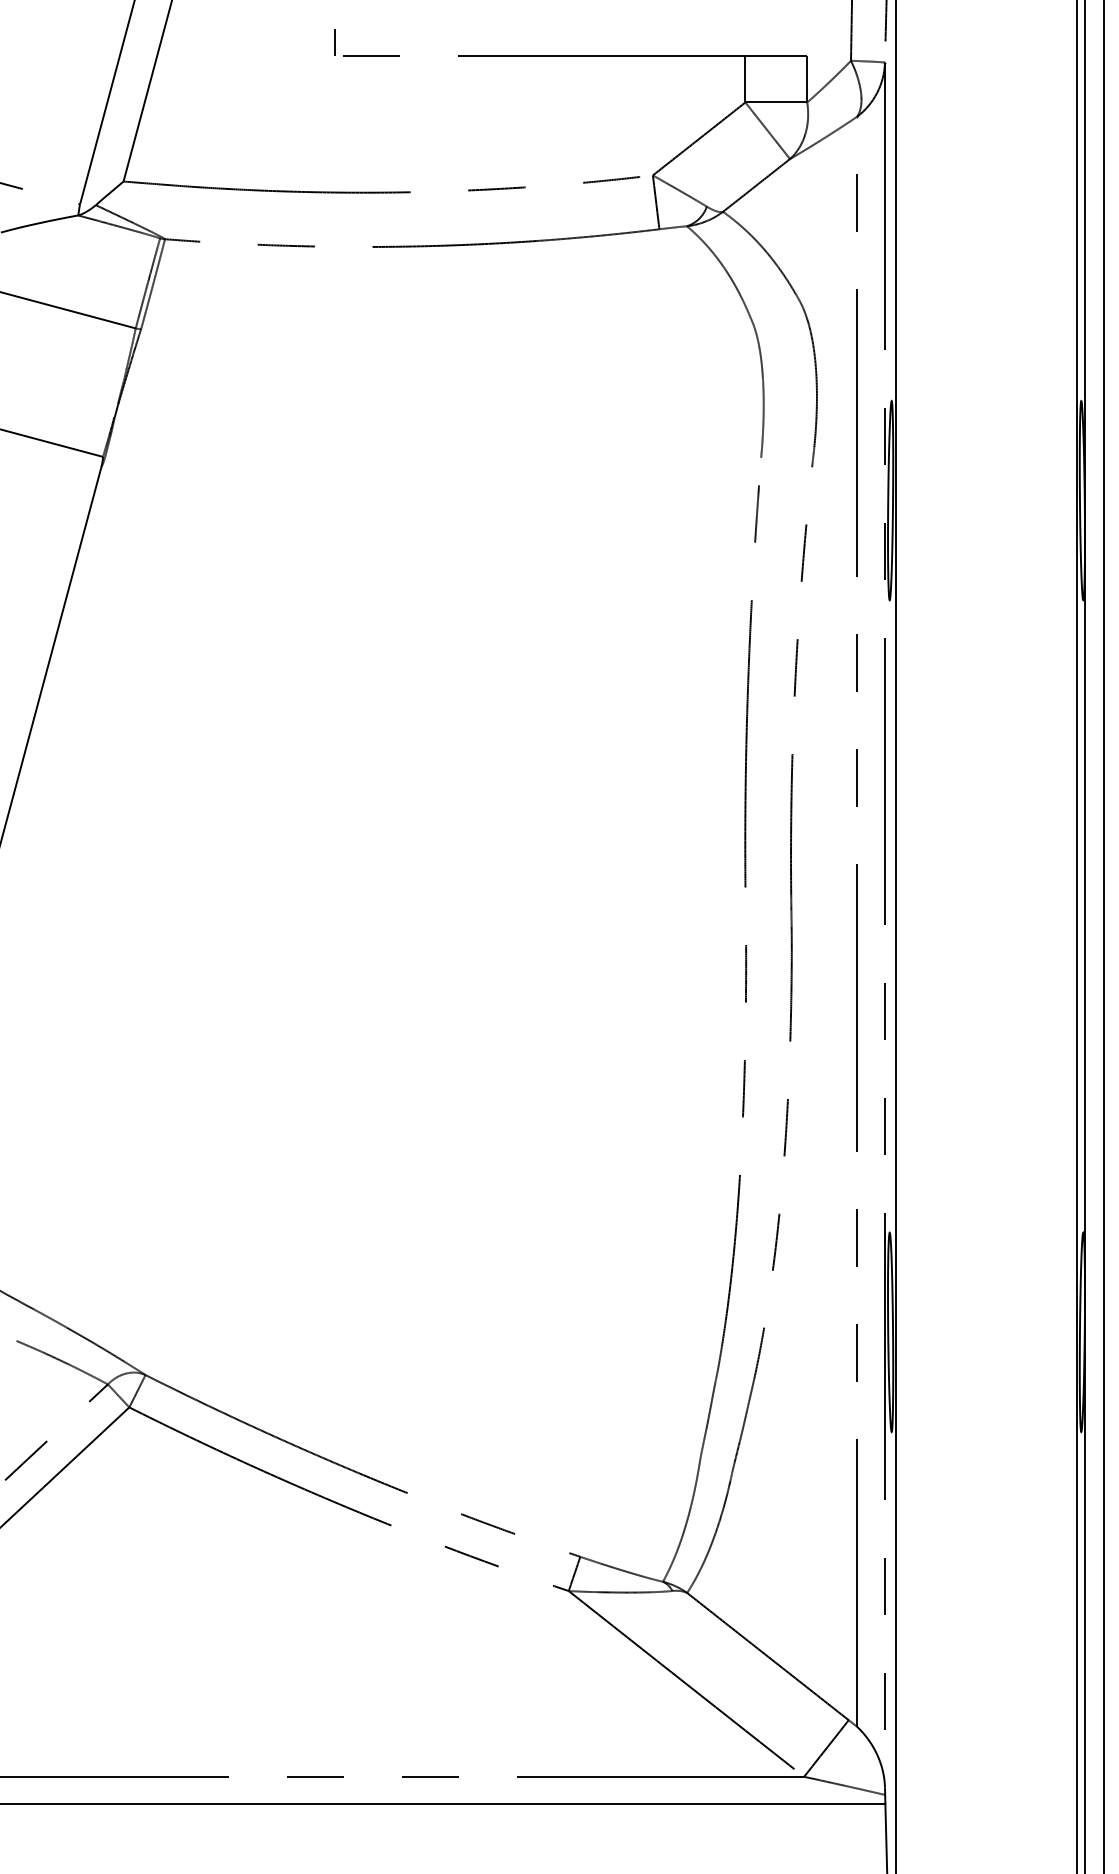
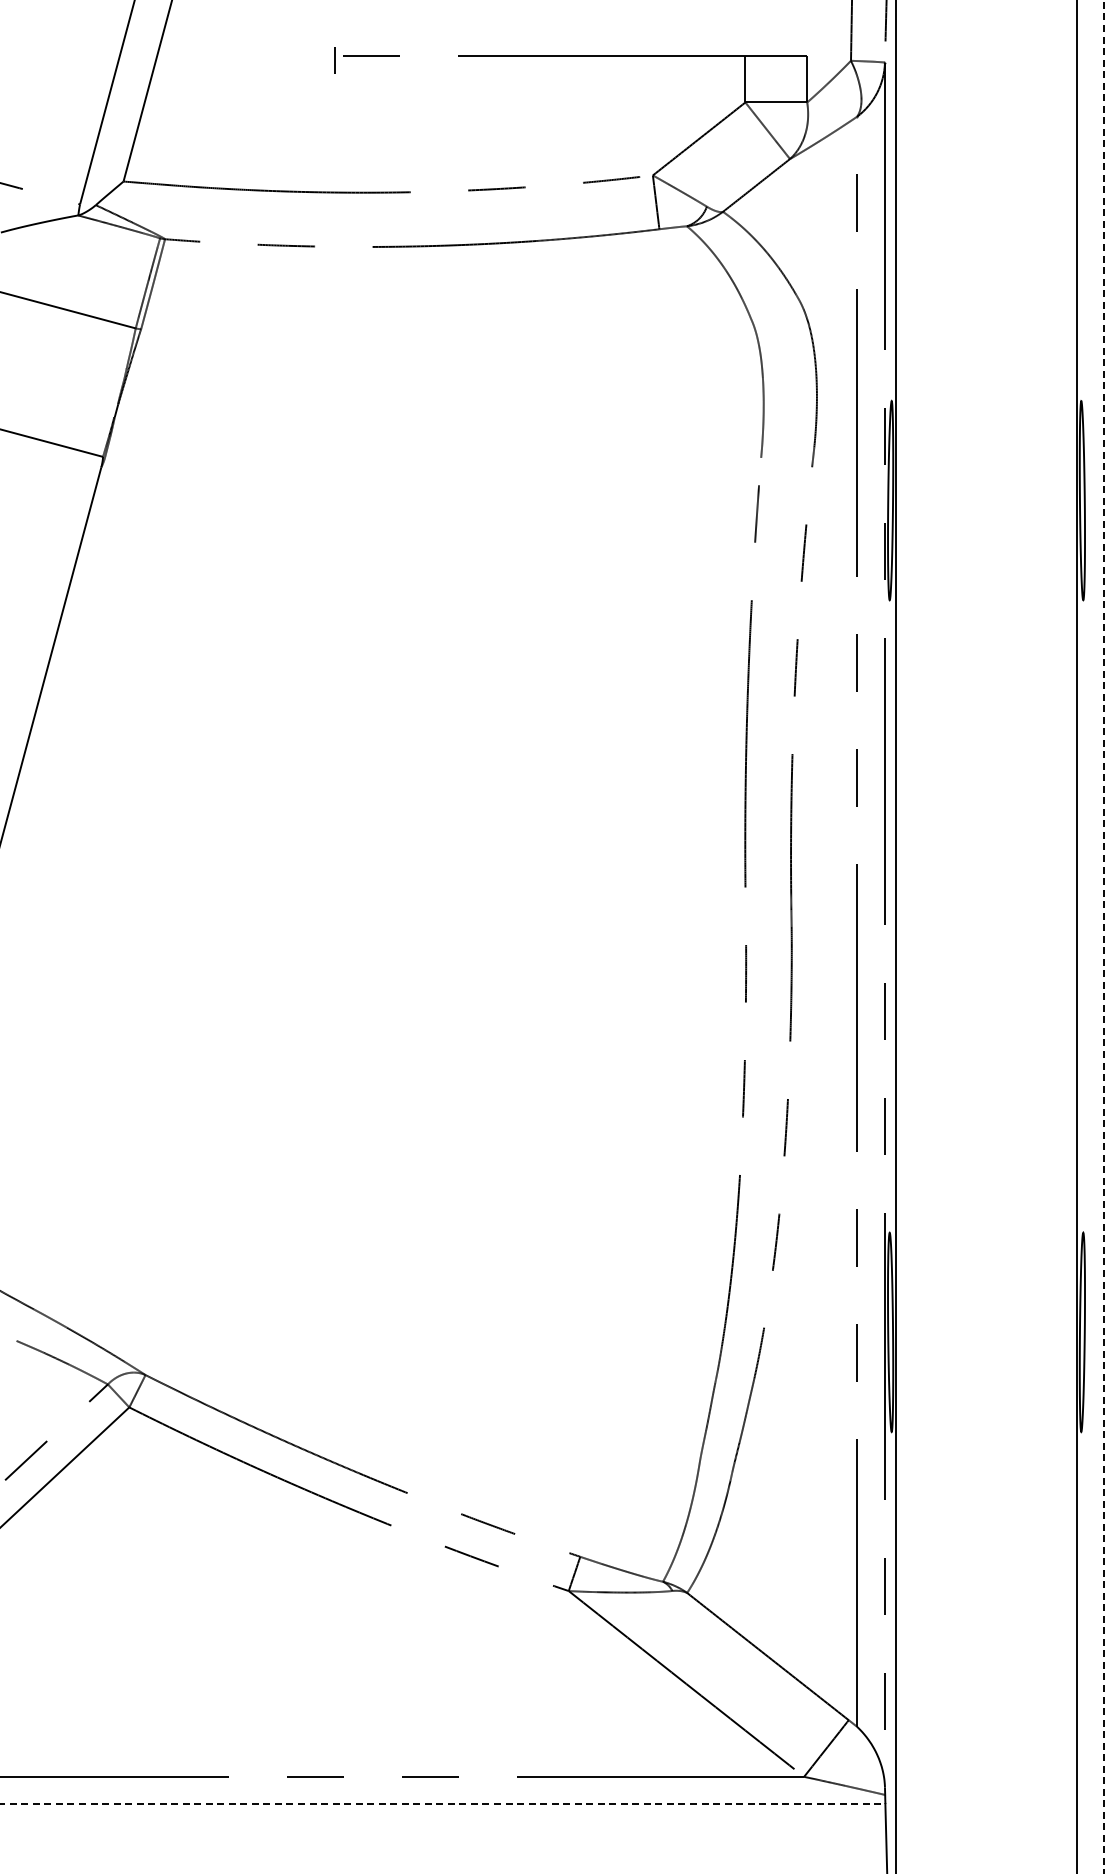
line at (334, 42) position: (334, 42) -> (334, 60)
line at (1085, 936): present -> none
line at (1104, 936): solid -> dashed
line at (443, 1804): solid -> dashed
